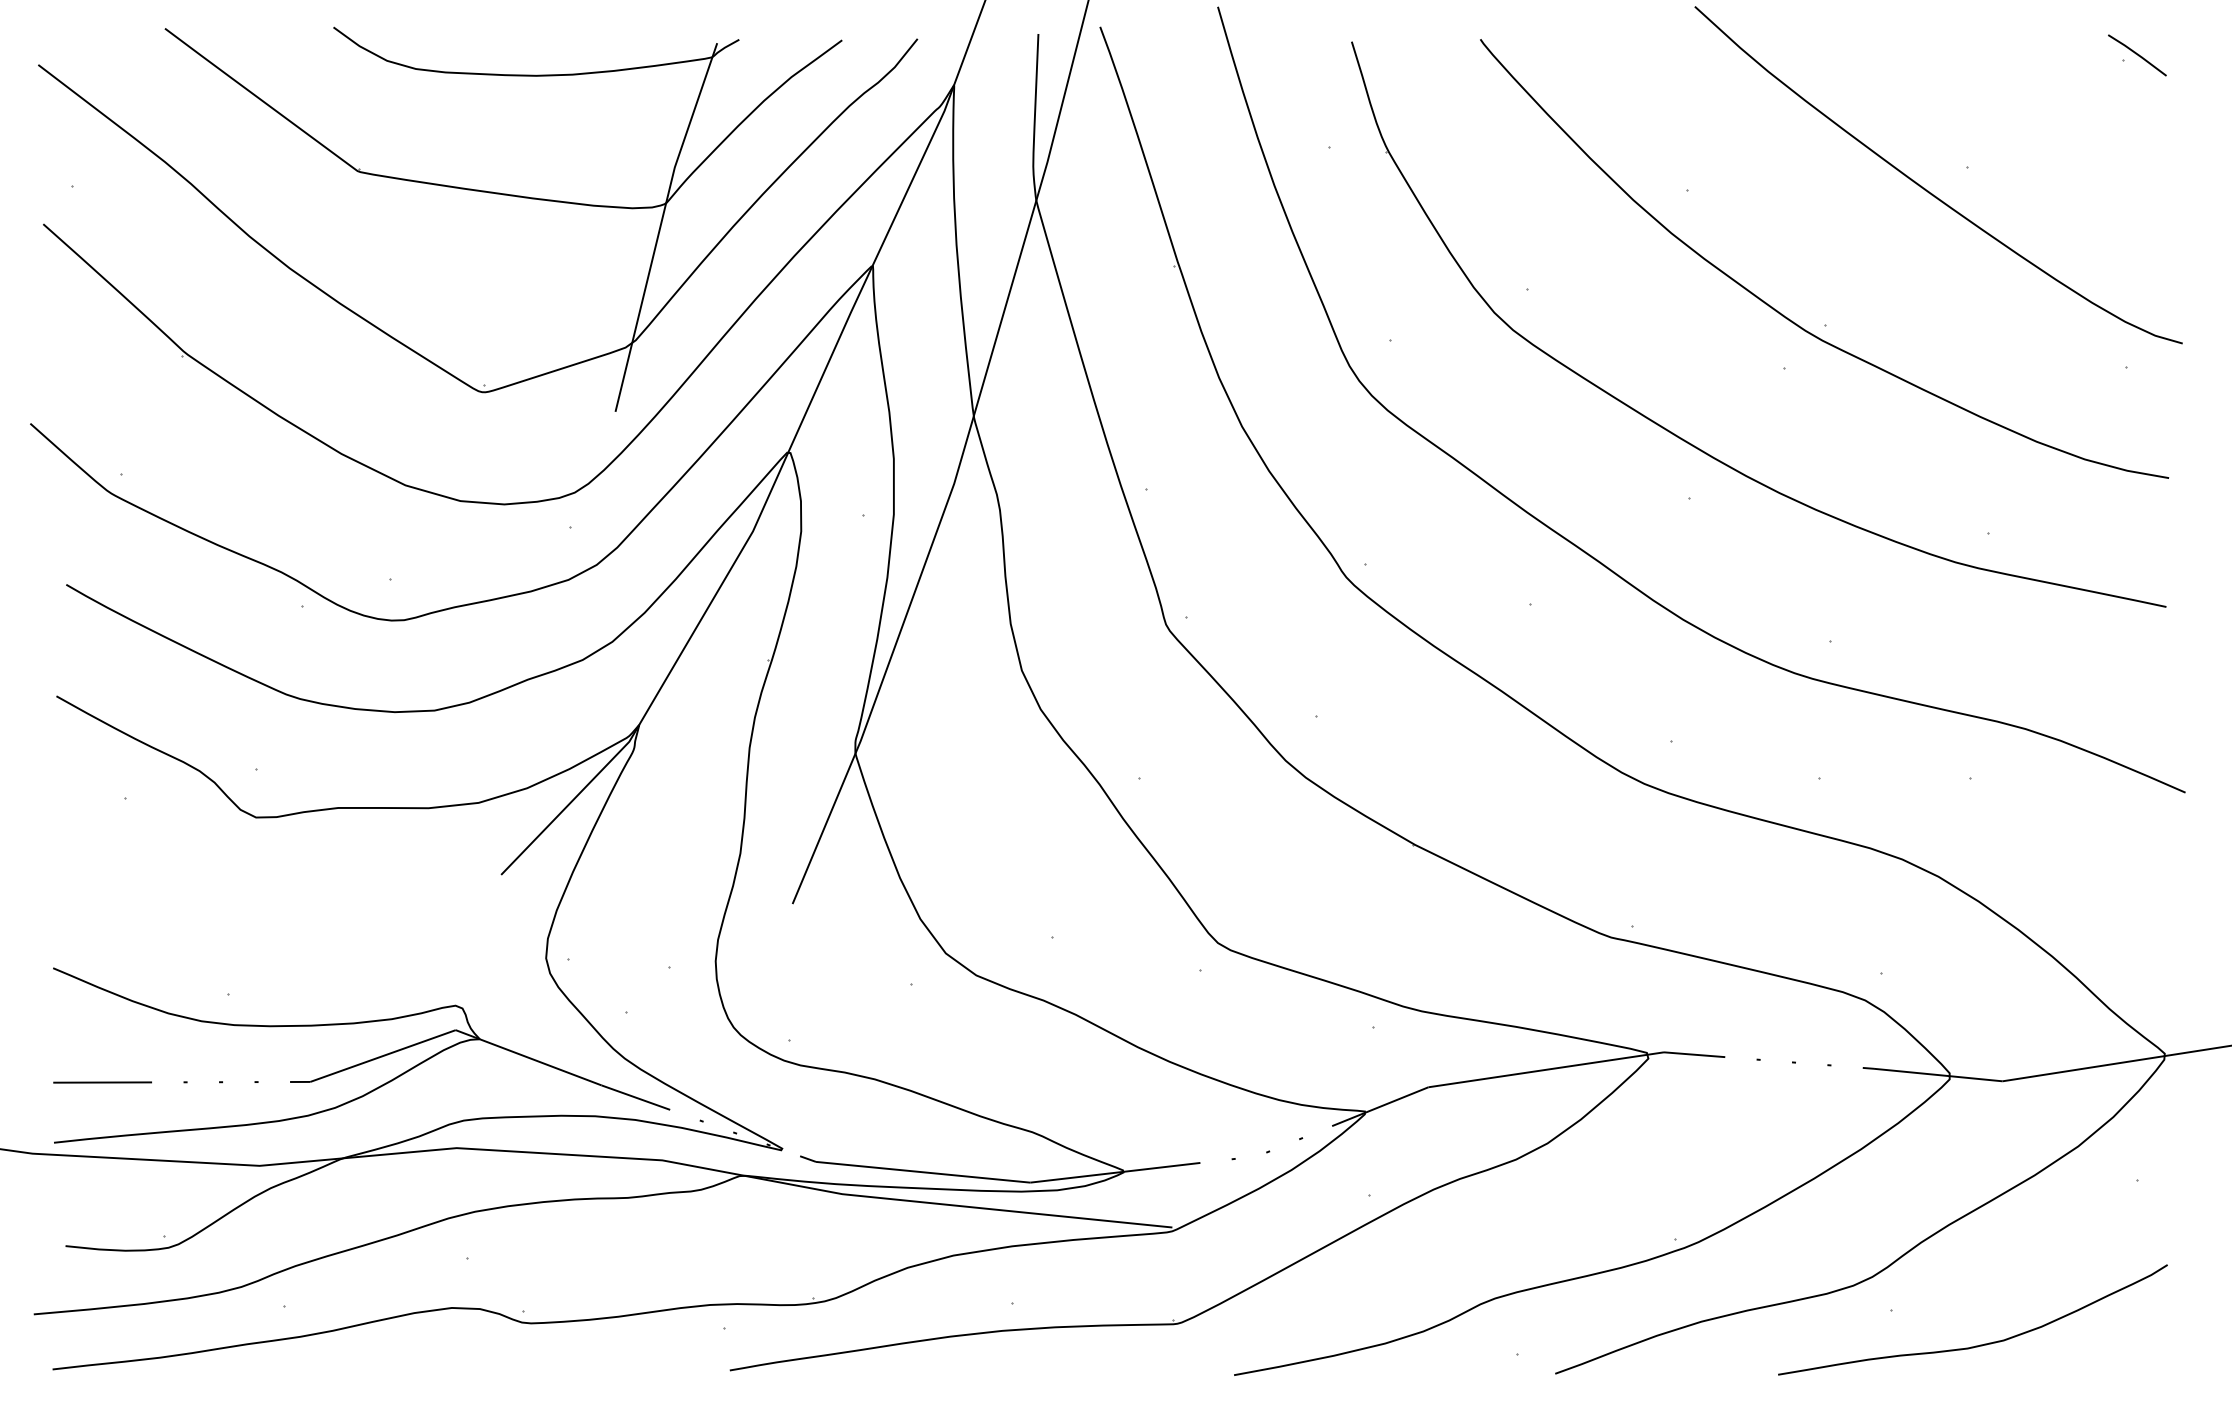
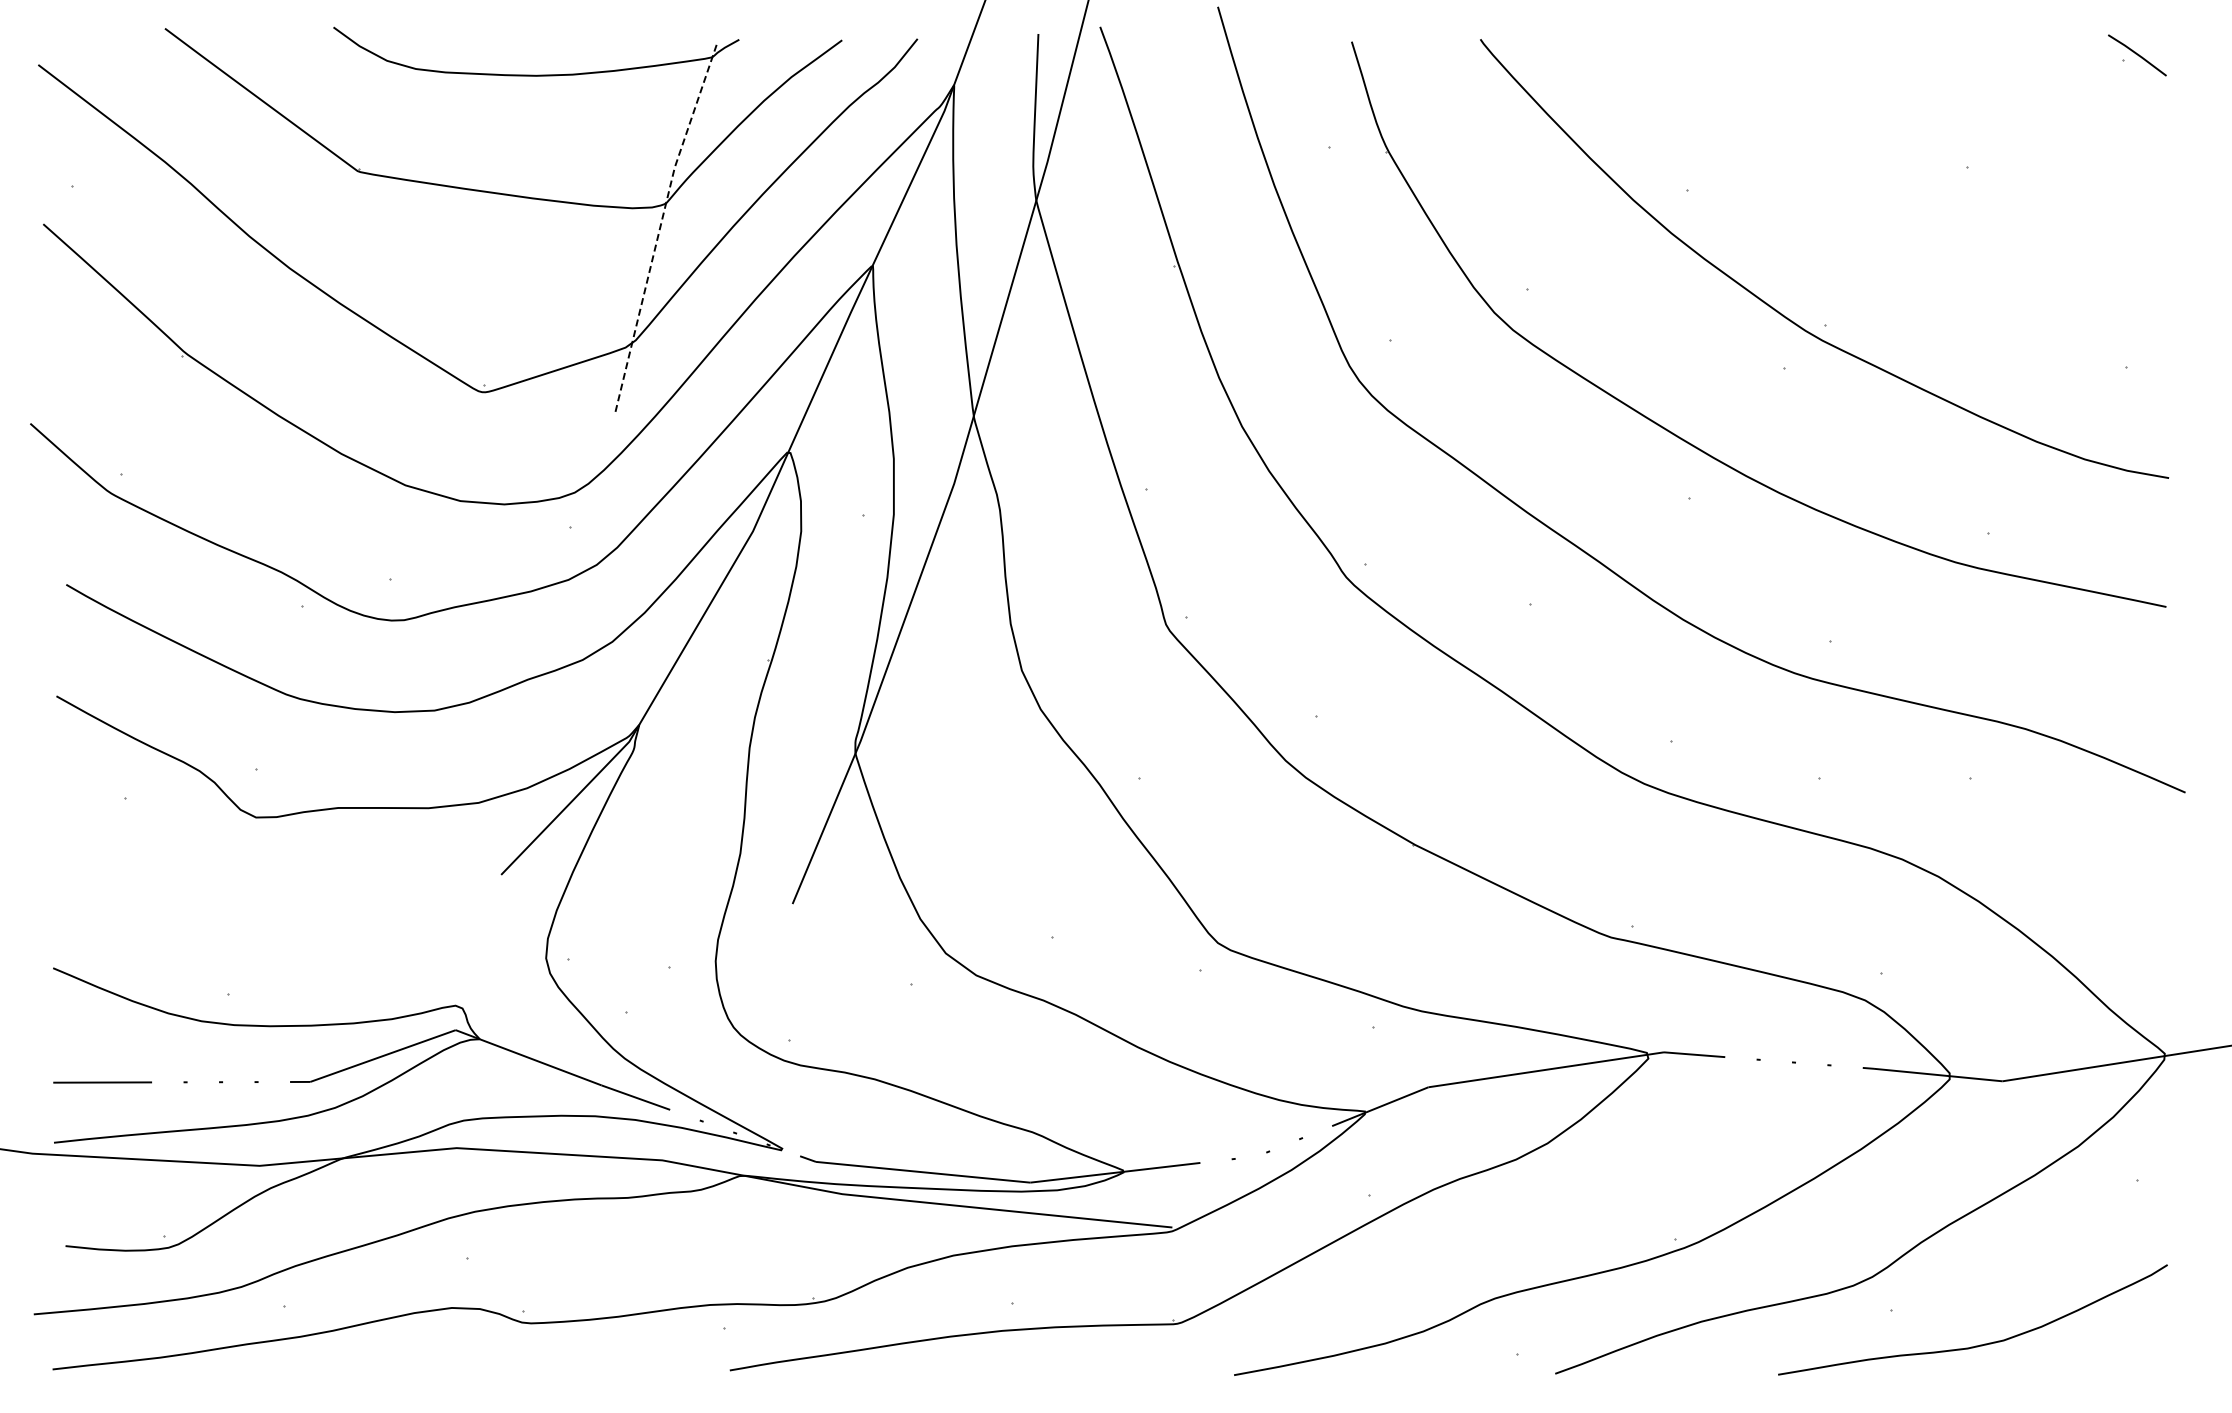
curve at (1928, 190): present -> none
line at (660, 224): solid -> dashed
